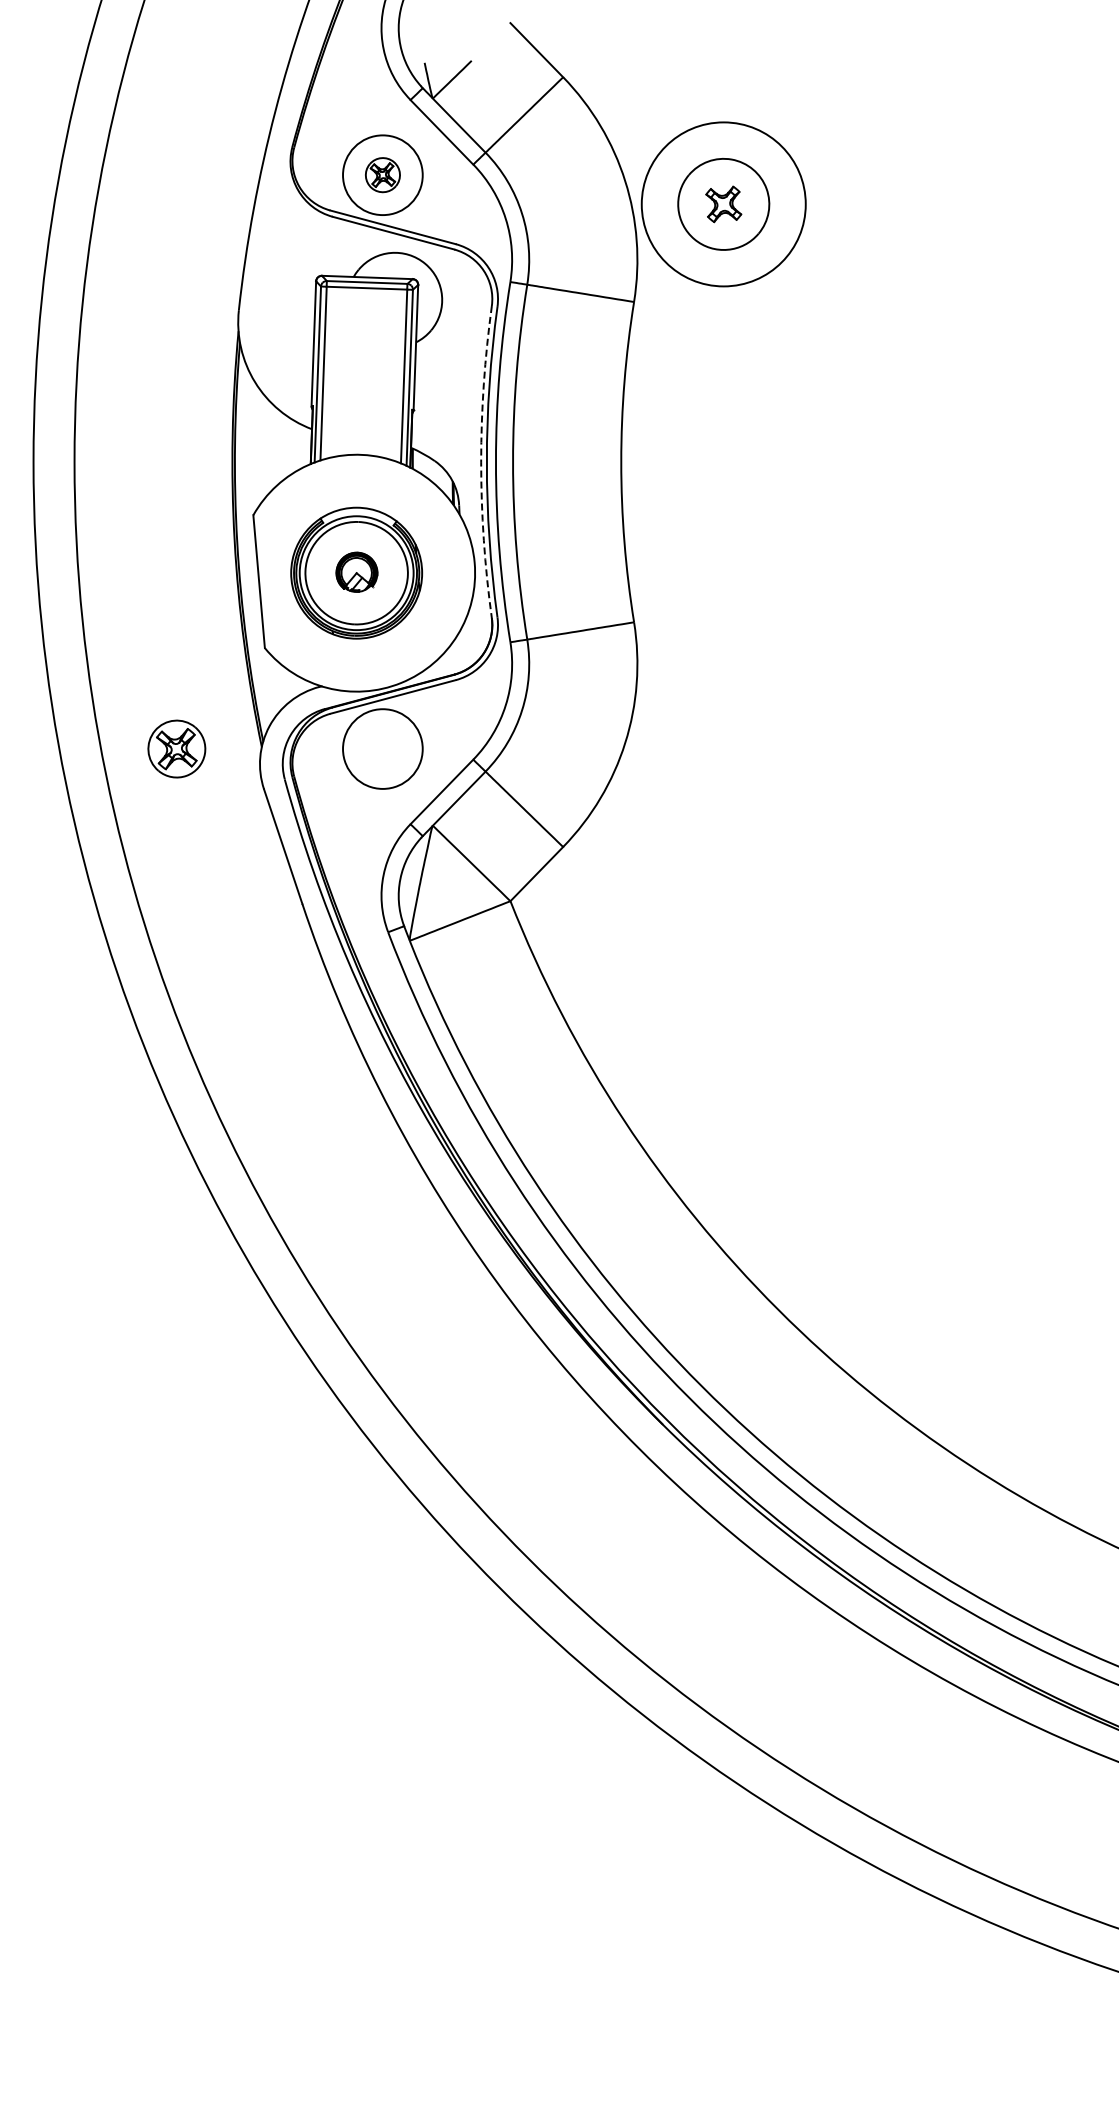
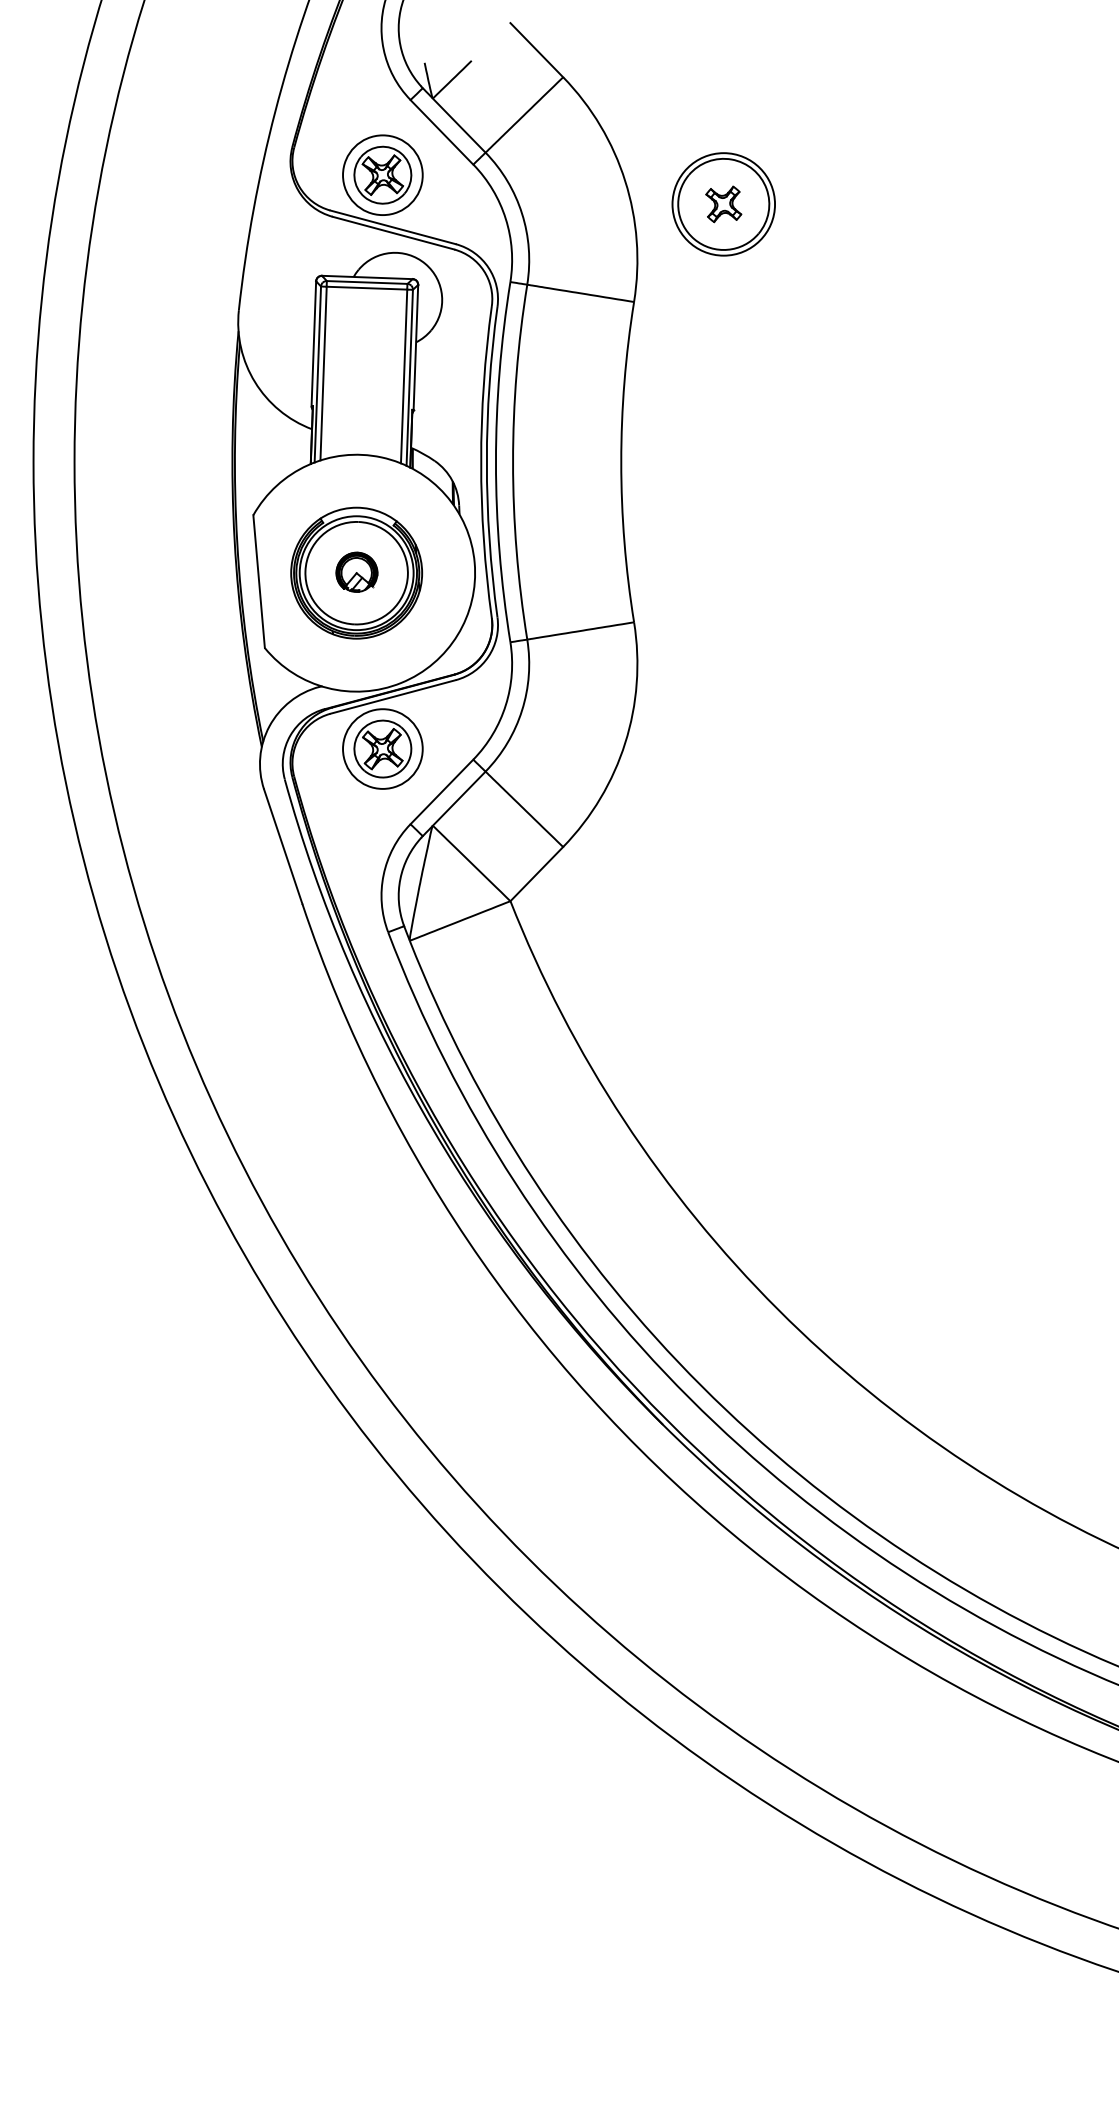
part at (382, 175) size: 36x37 px -> 60x60 px
circle at (723, 204) diameter: 164 px -> 103 px
arc at (481, 462): dashed -> solid
part at (176, 748) position: (176, 748) -> (382, 748)
